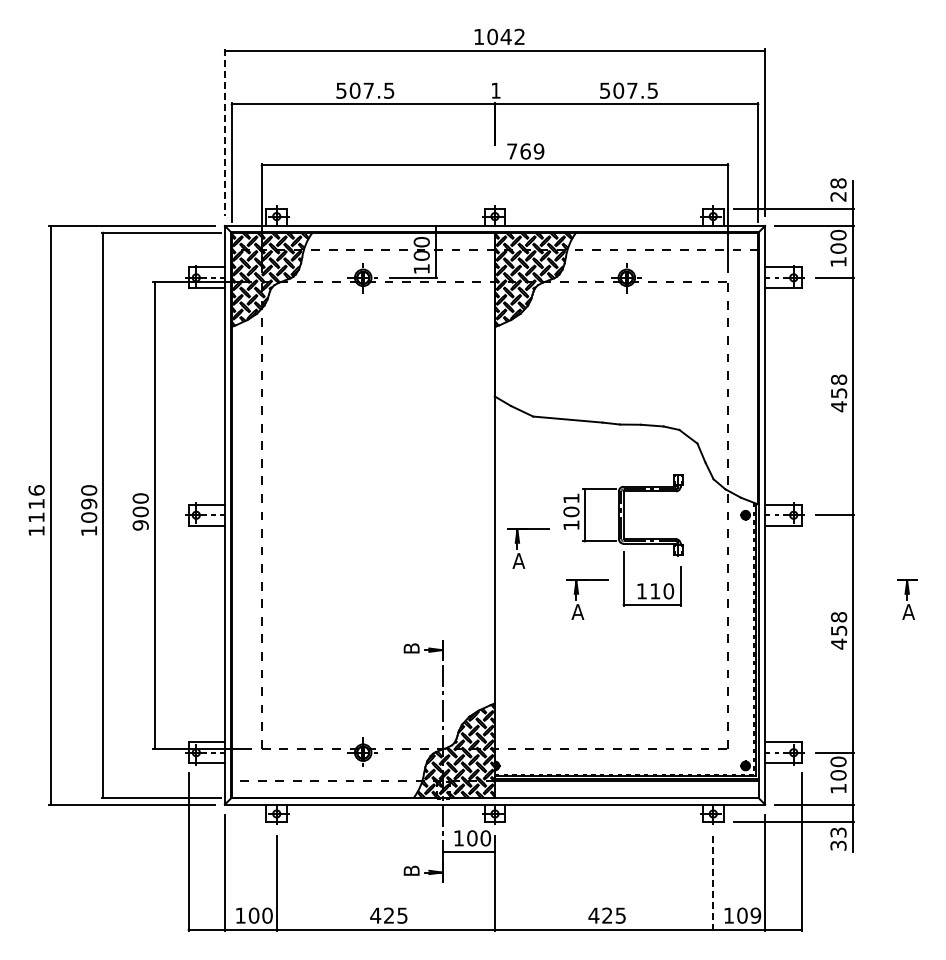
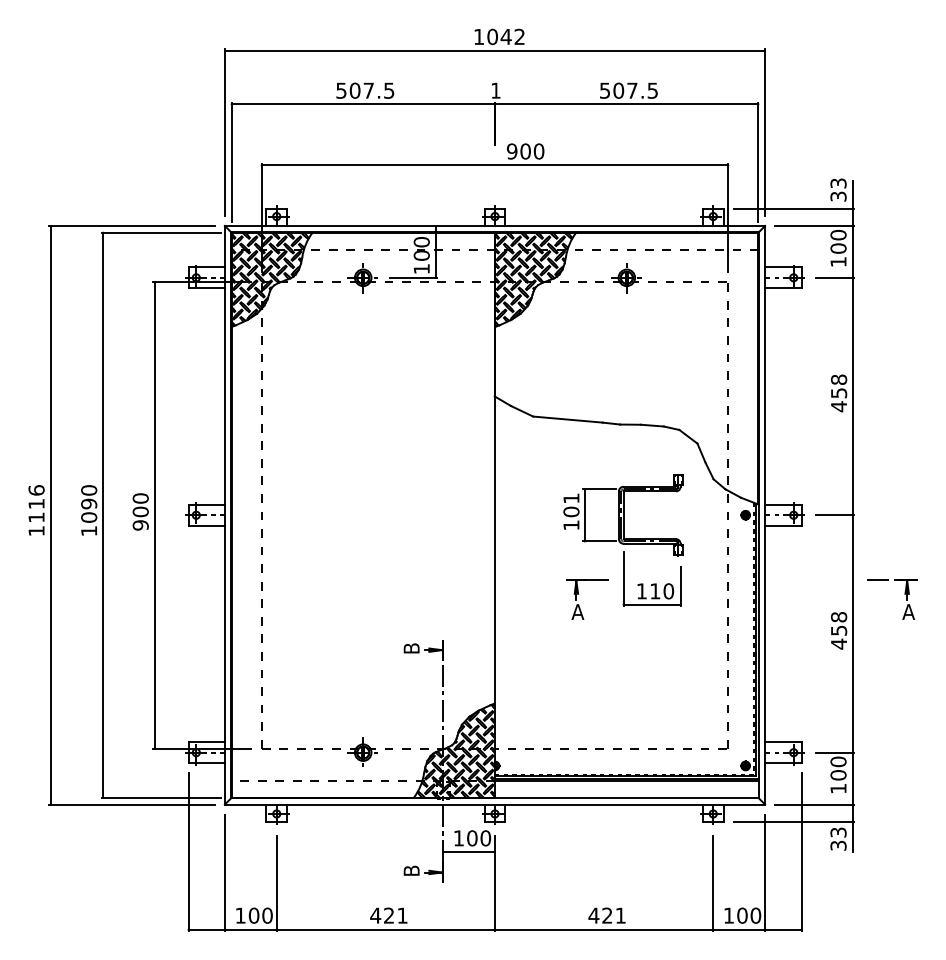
line at (224, 133): dashed -> solid
text at (525, 151): 769 -> 900
text at (838, 189): 28 -> 33
part at (520, 553): present -> none
line at (881, 580): none -> present
line at (713, 883): dashed -> solid
text at (402, 915): 425 -> 421
text at (620, 915): 425 -> 421
text at (755, 915): 109 -> 100
